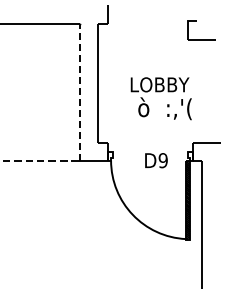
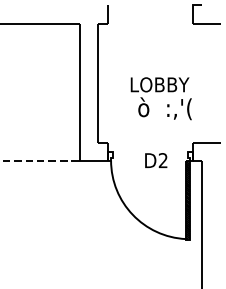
part at (201, 39) position: (201, 39) -> (206, 23)
line at (80, 91): dashed -> solid
text at (162, 160): D9 -> D2
